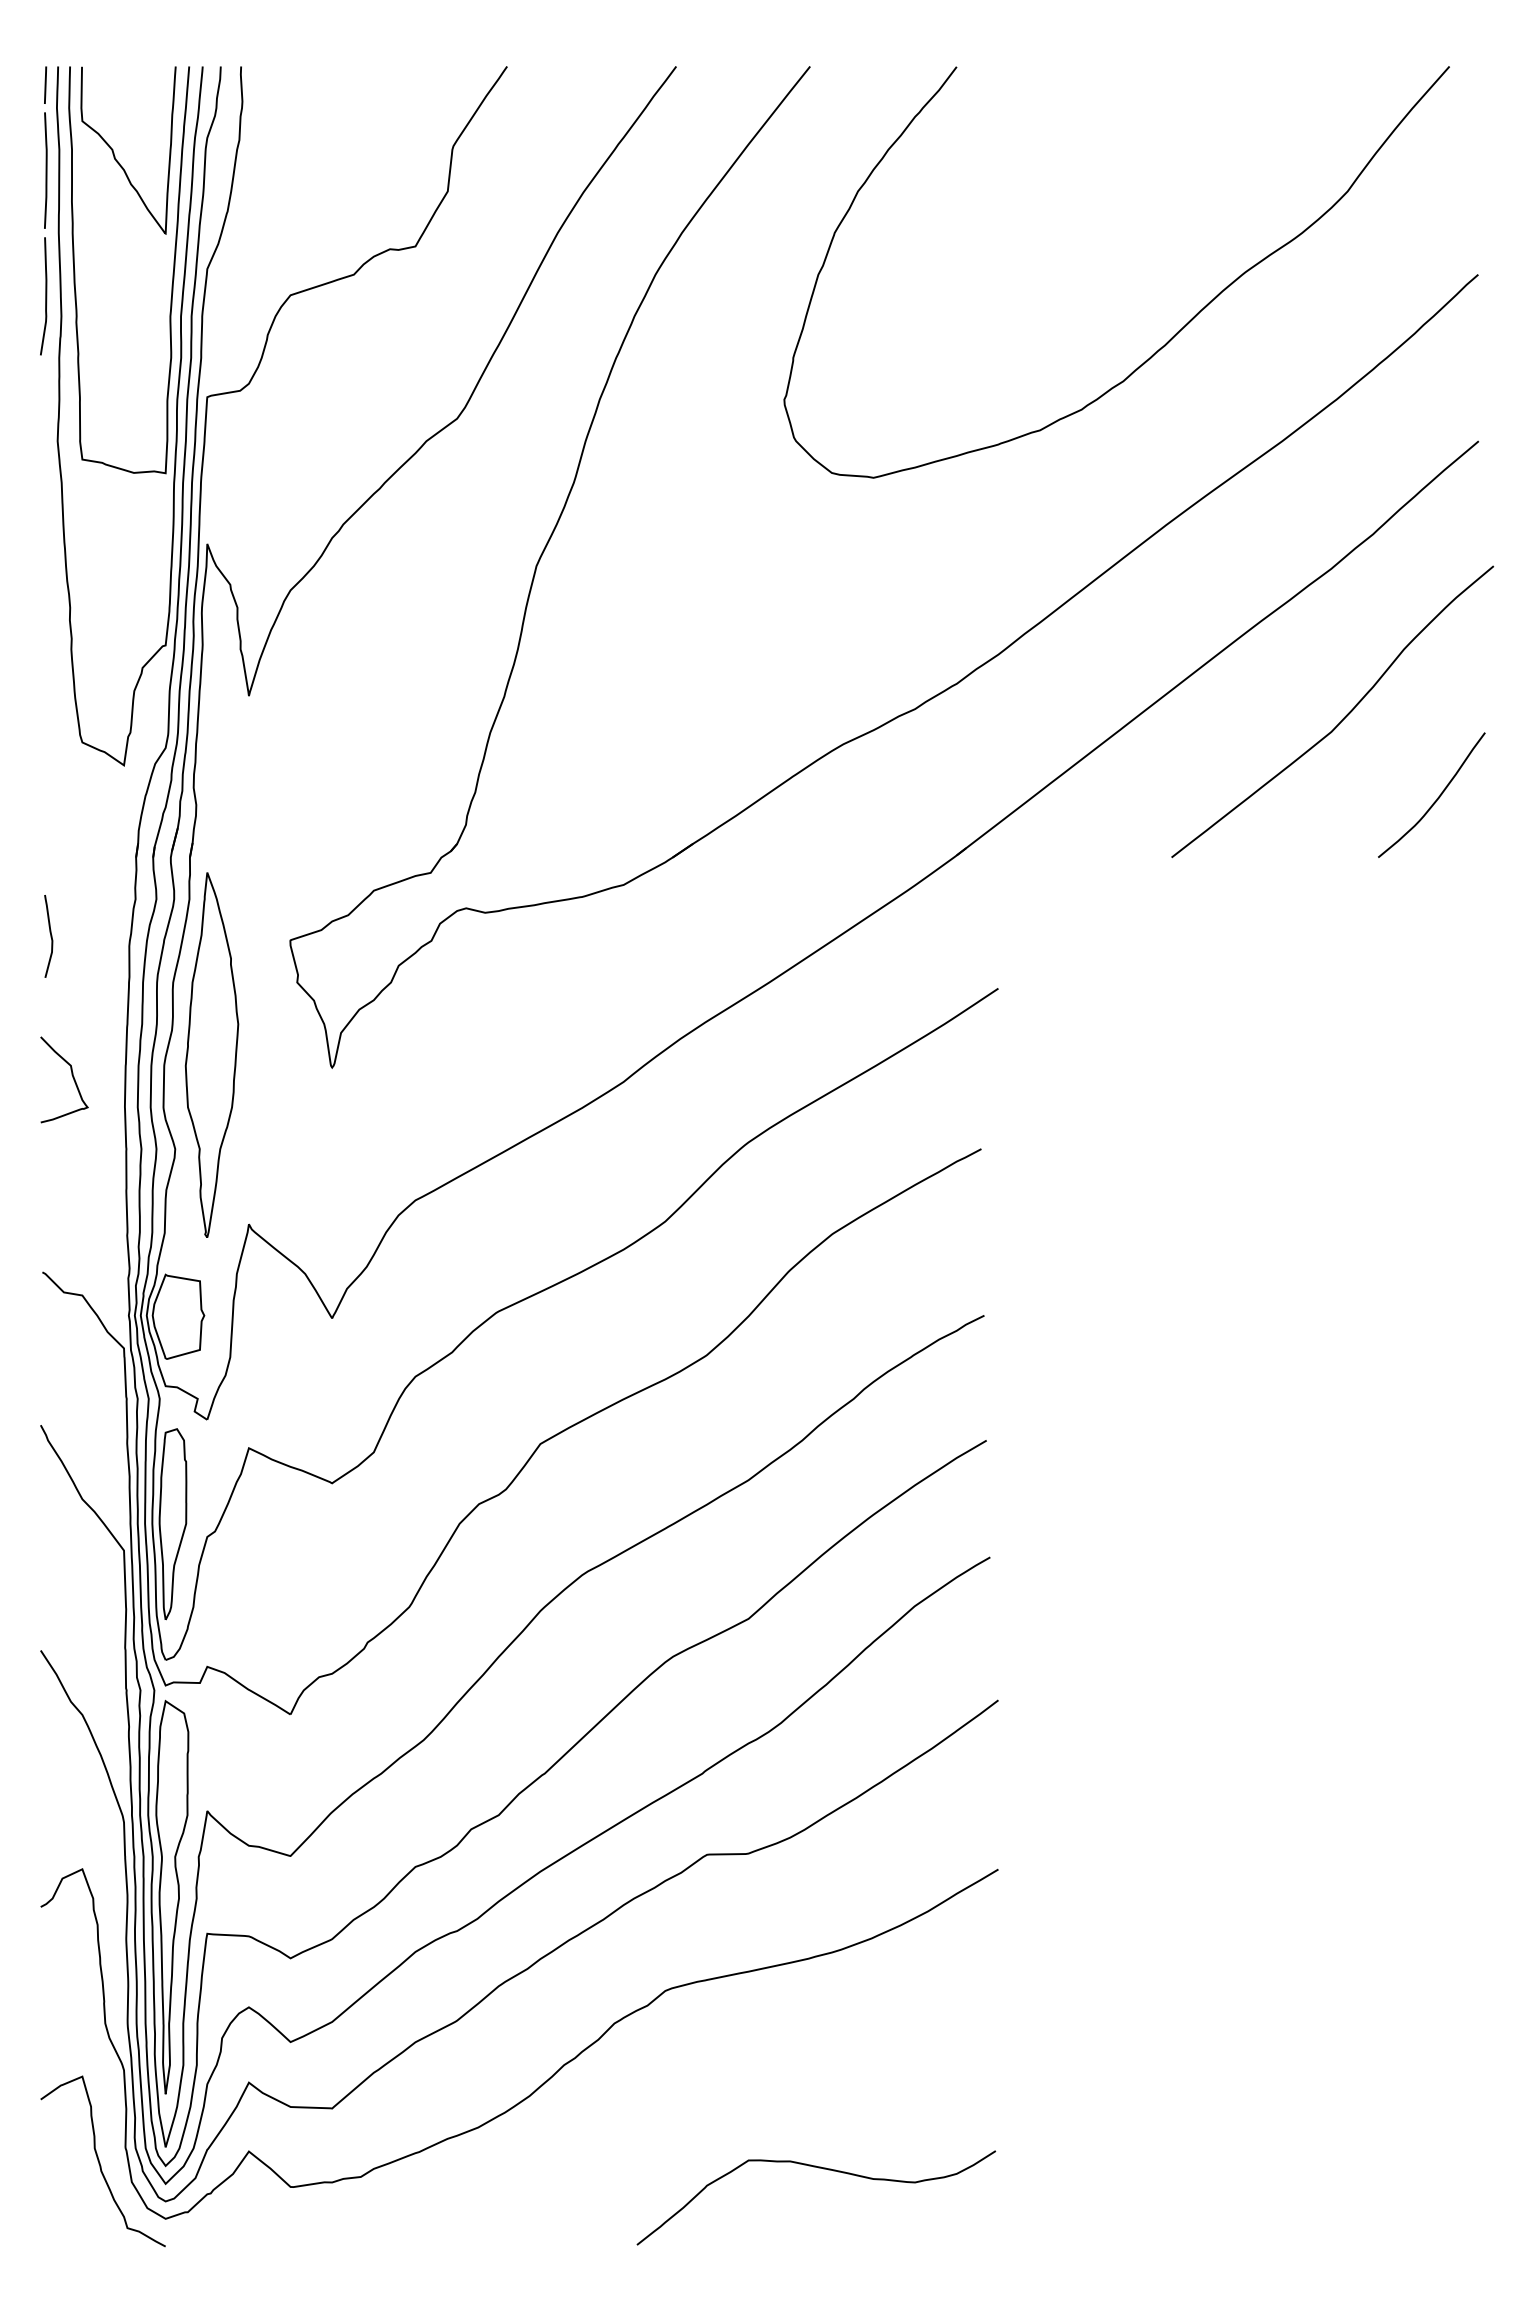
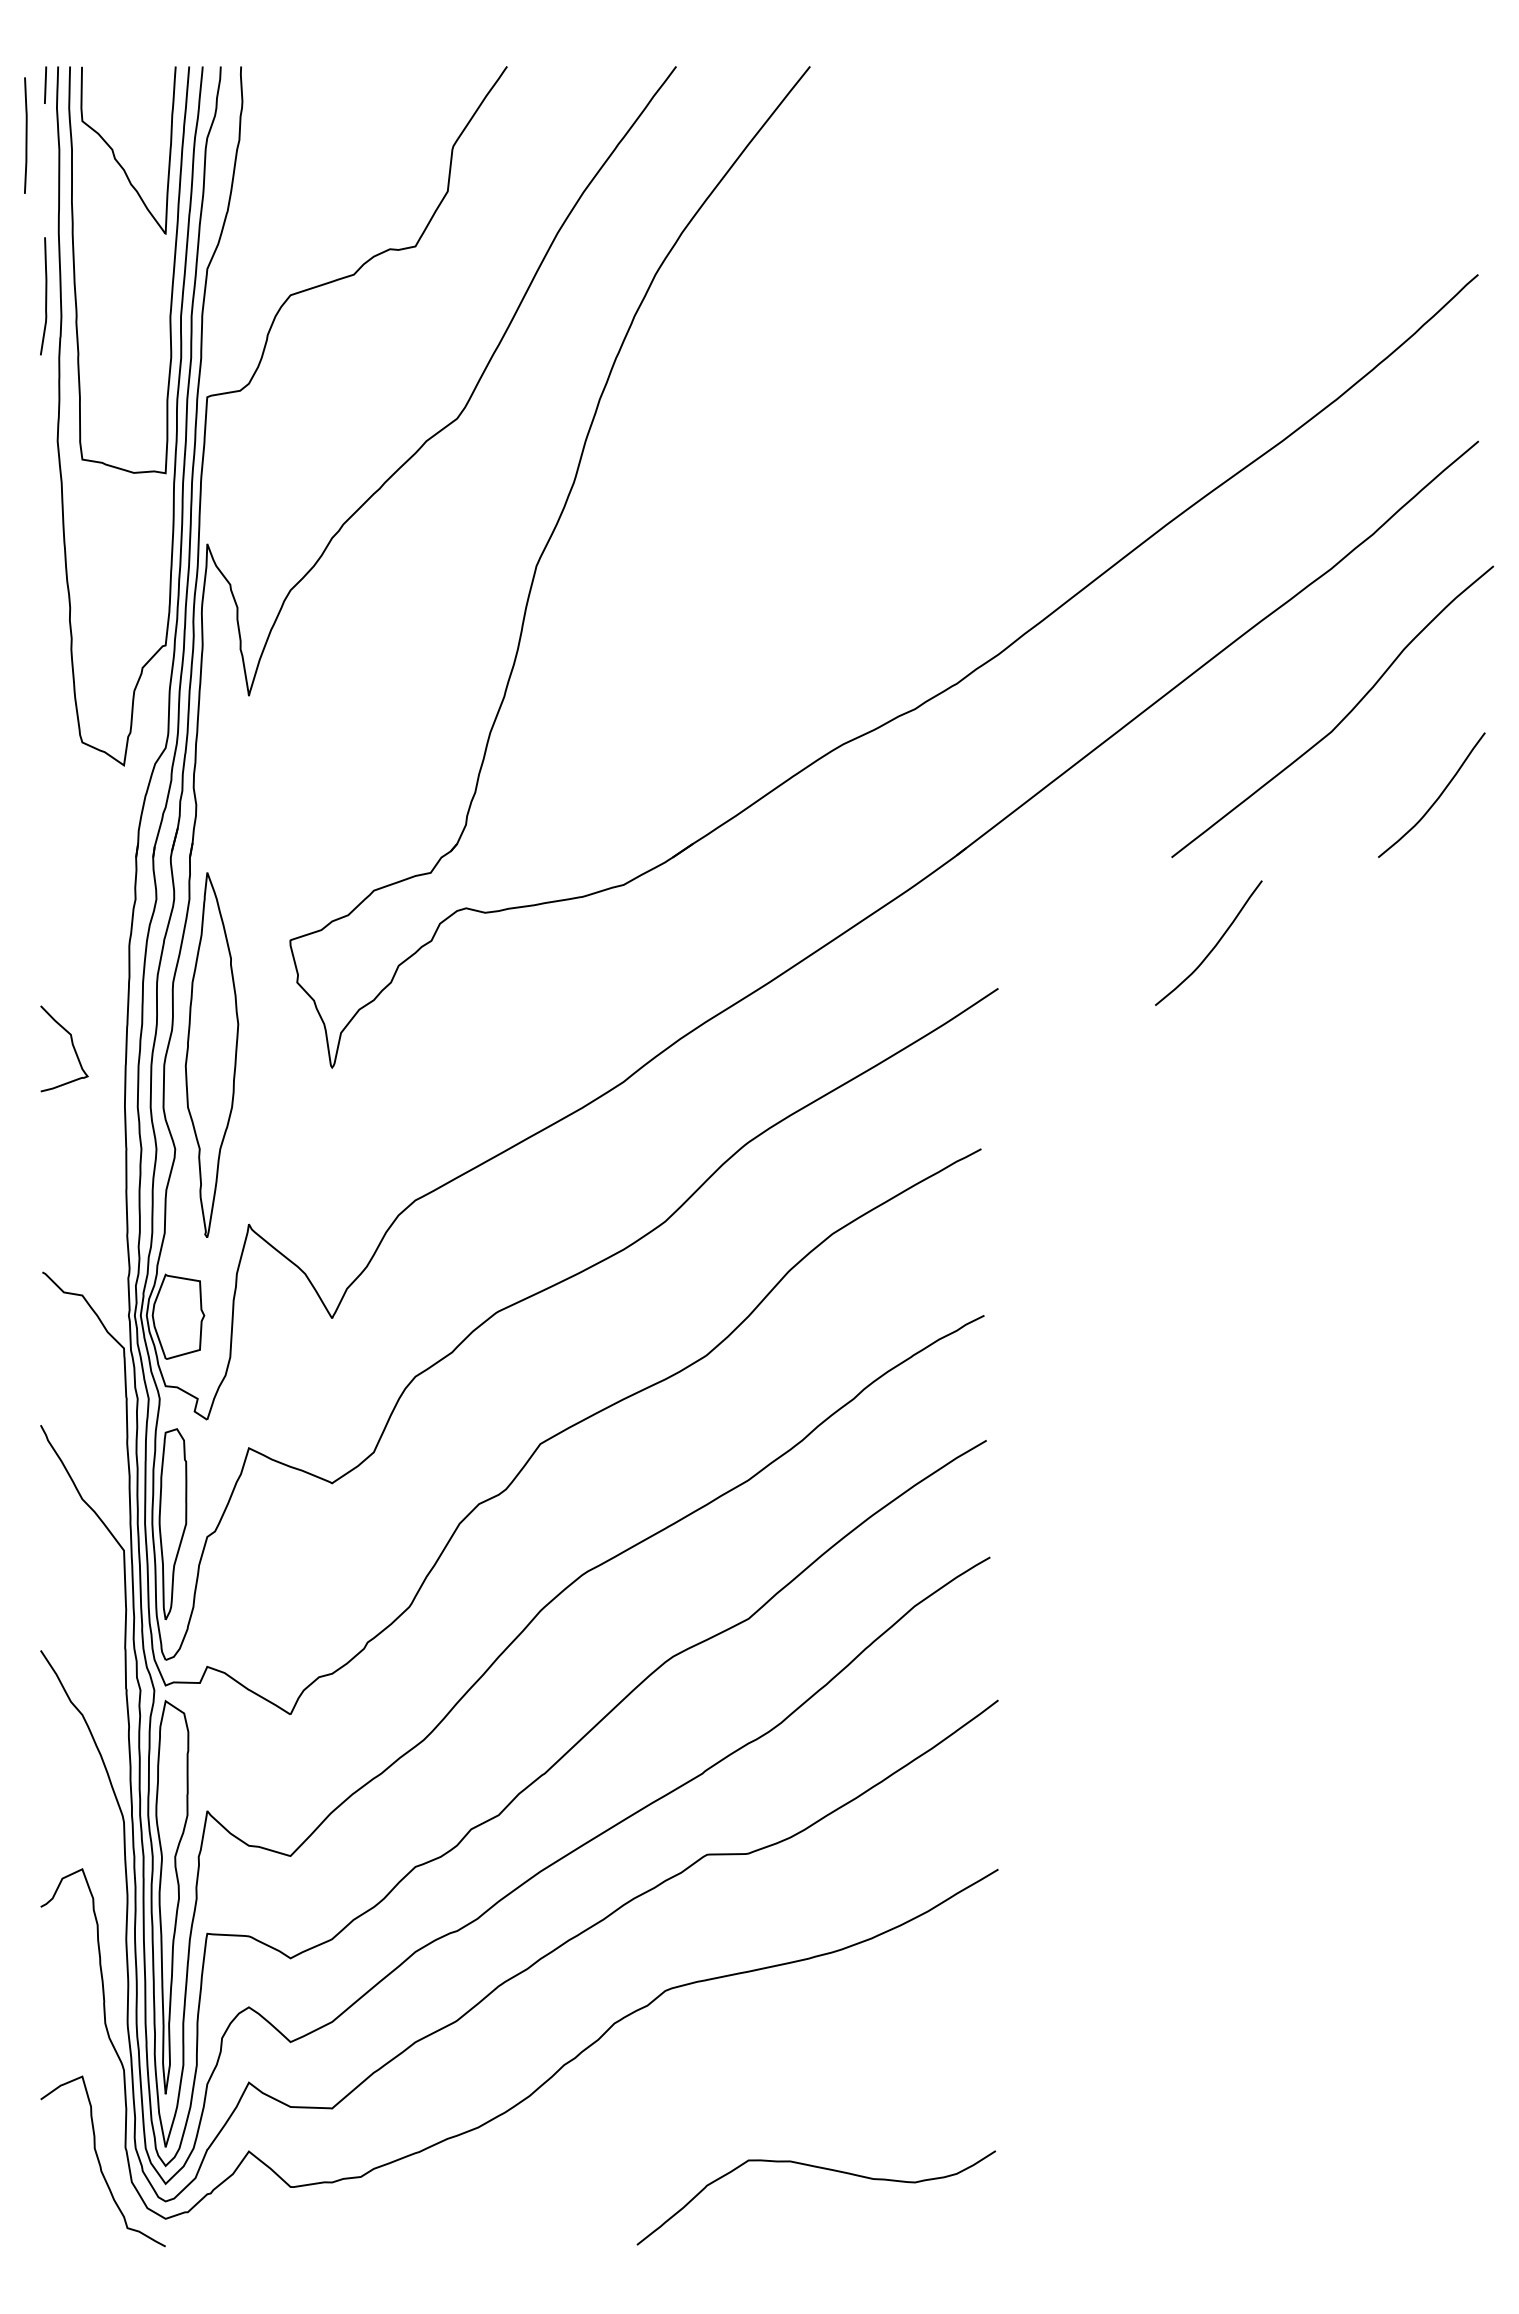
line at (45, 170) position: (45, 170) -> (25, 135)
curve at (1176, 332): present -> none
curve at (50, 936): present -> none
curve at (1214, 945): none -> present
curve at (71, 1075) position: (71, 1075) -> (71, 1044)
